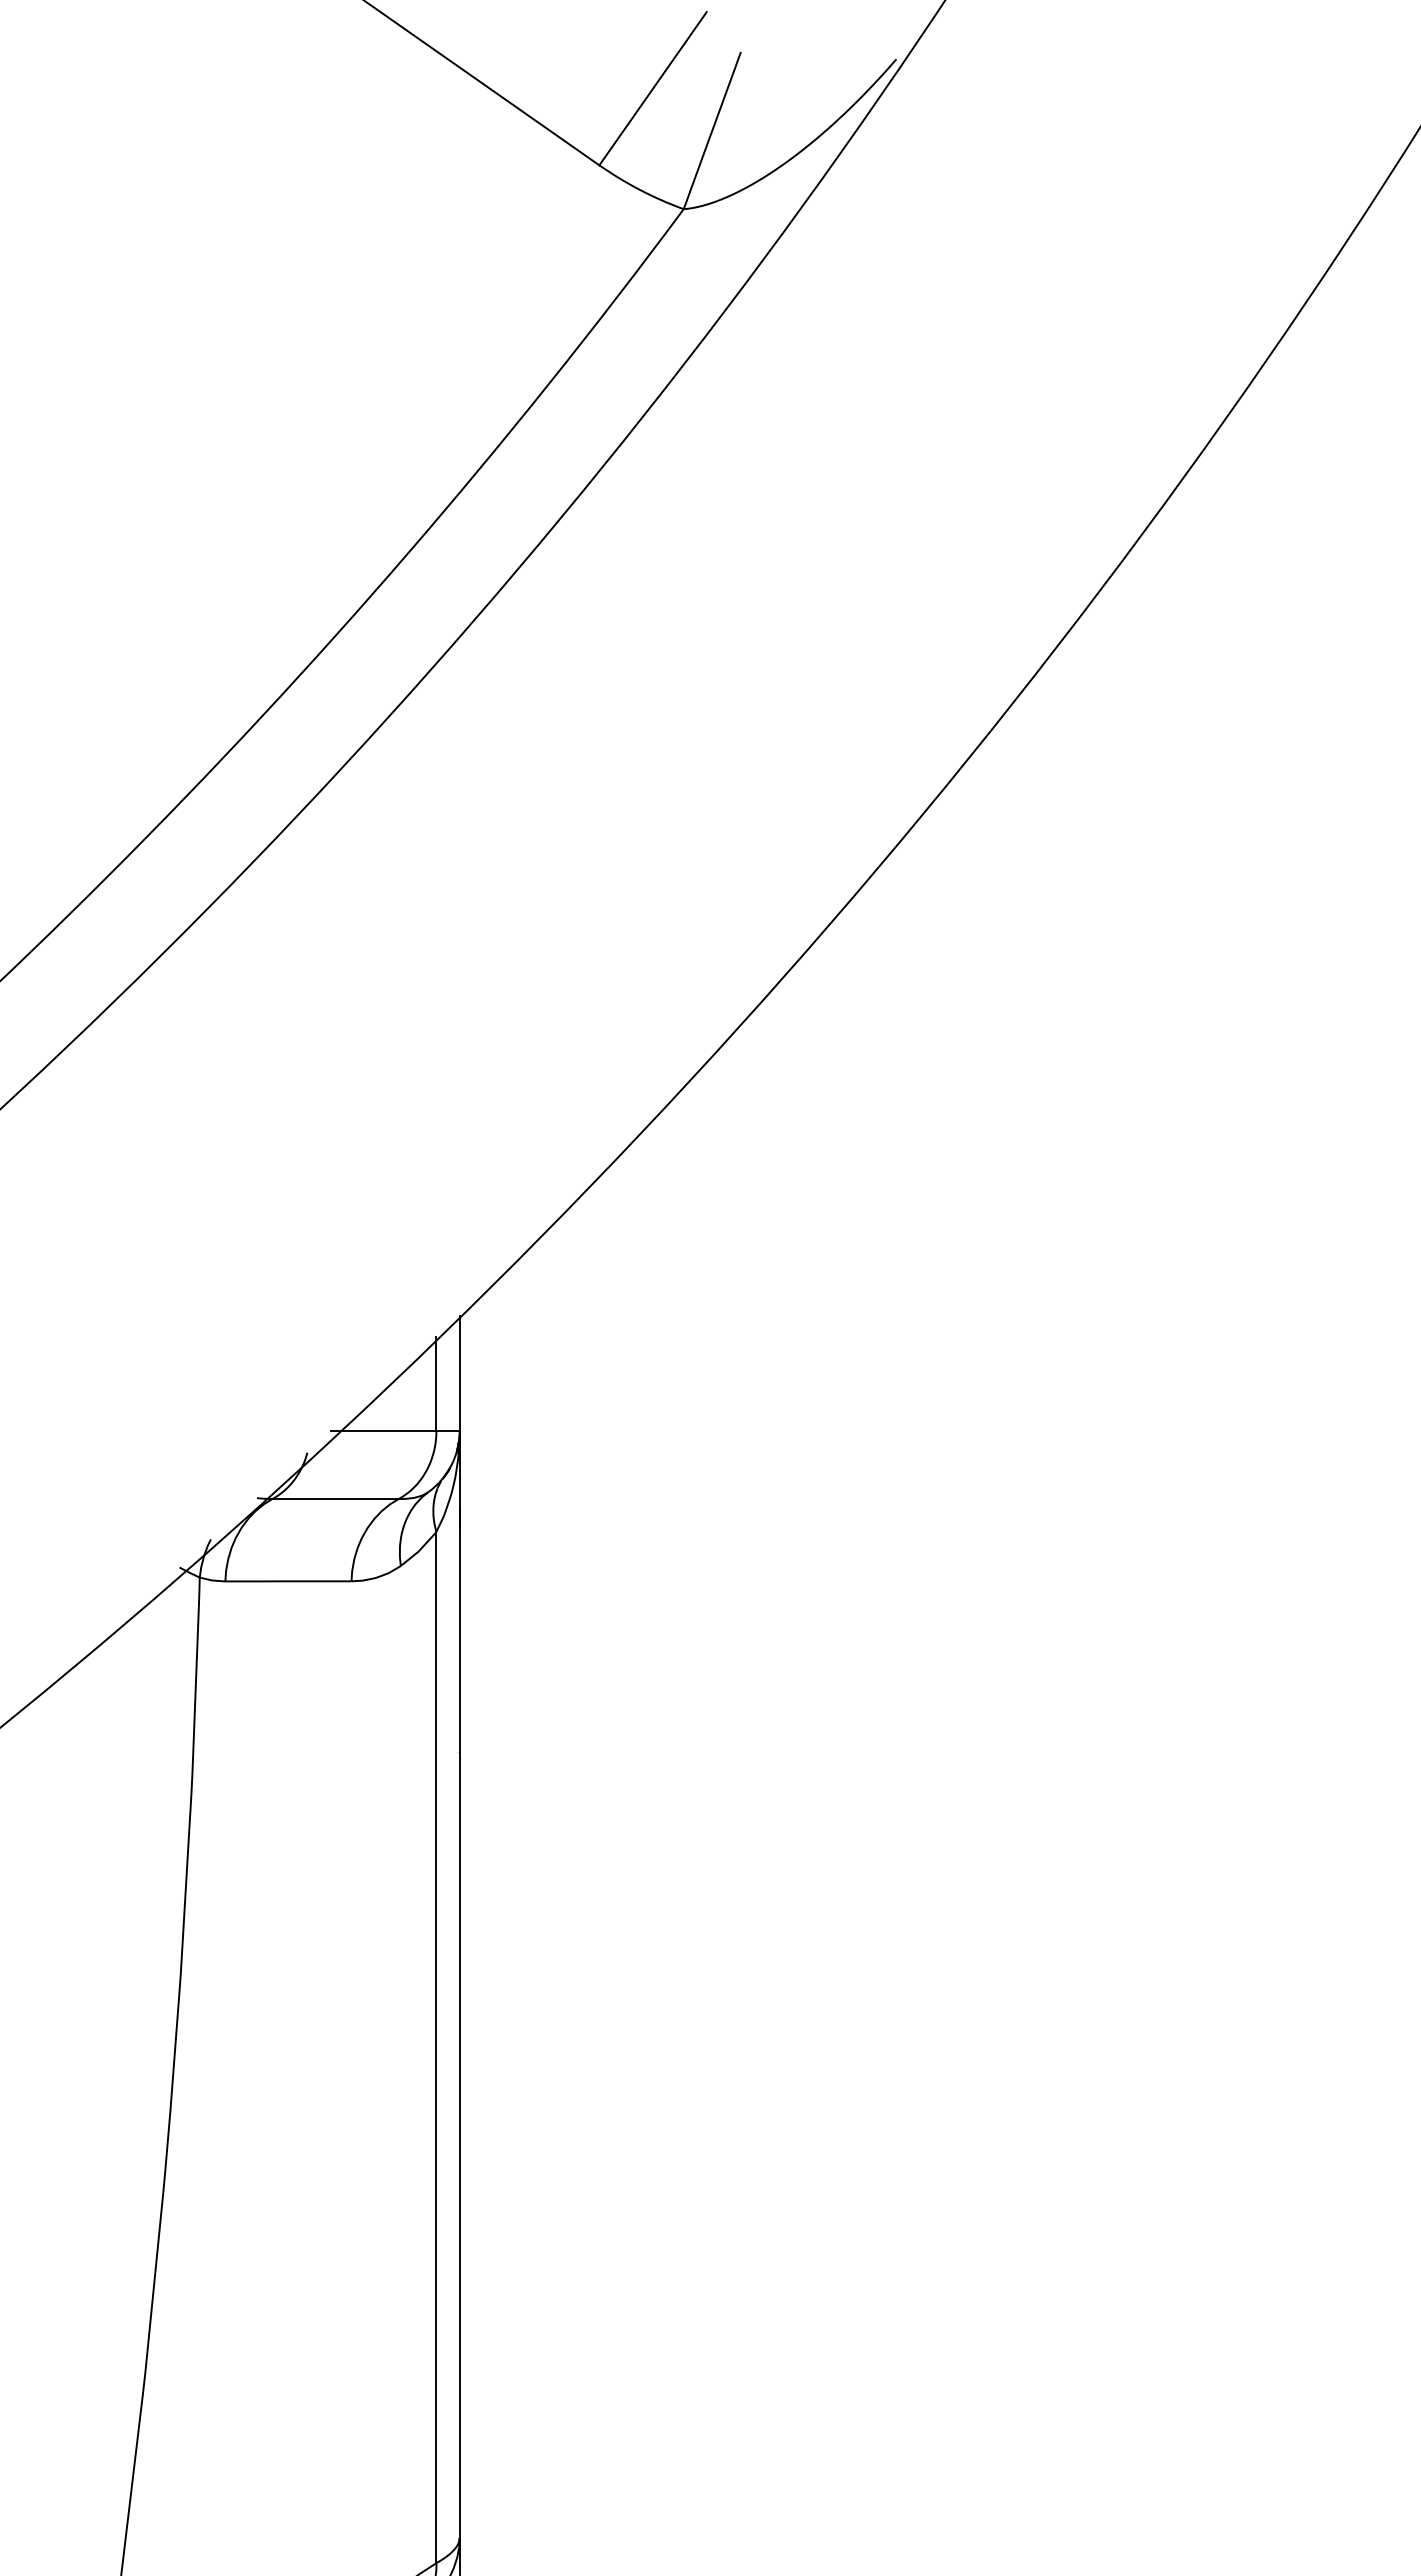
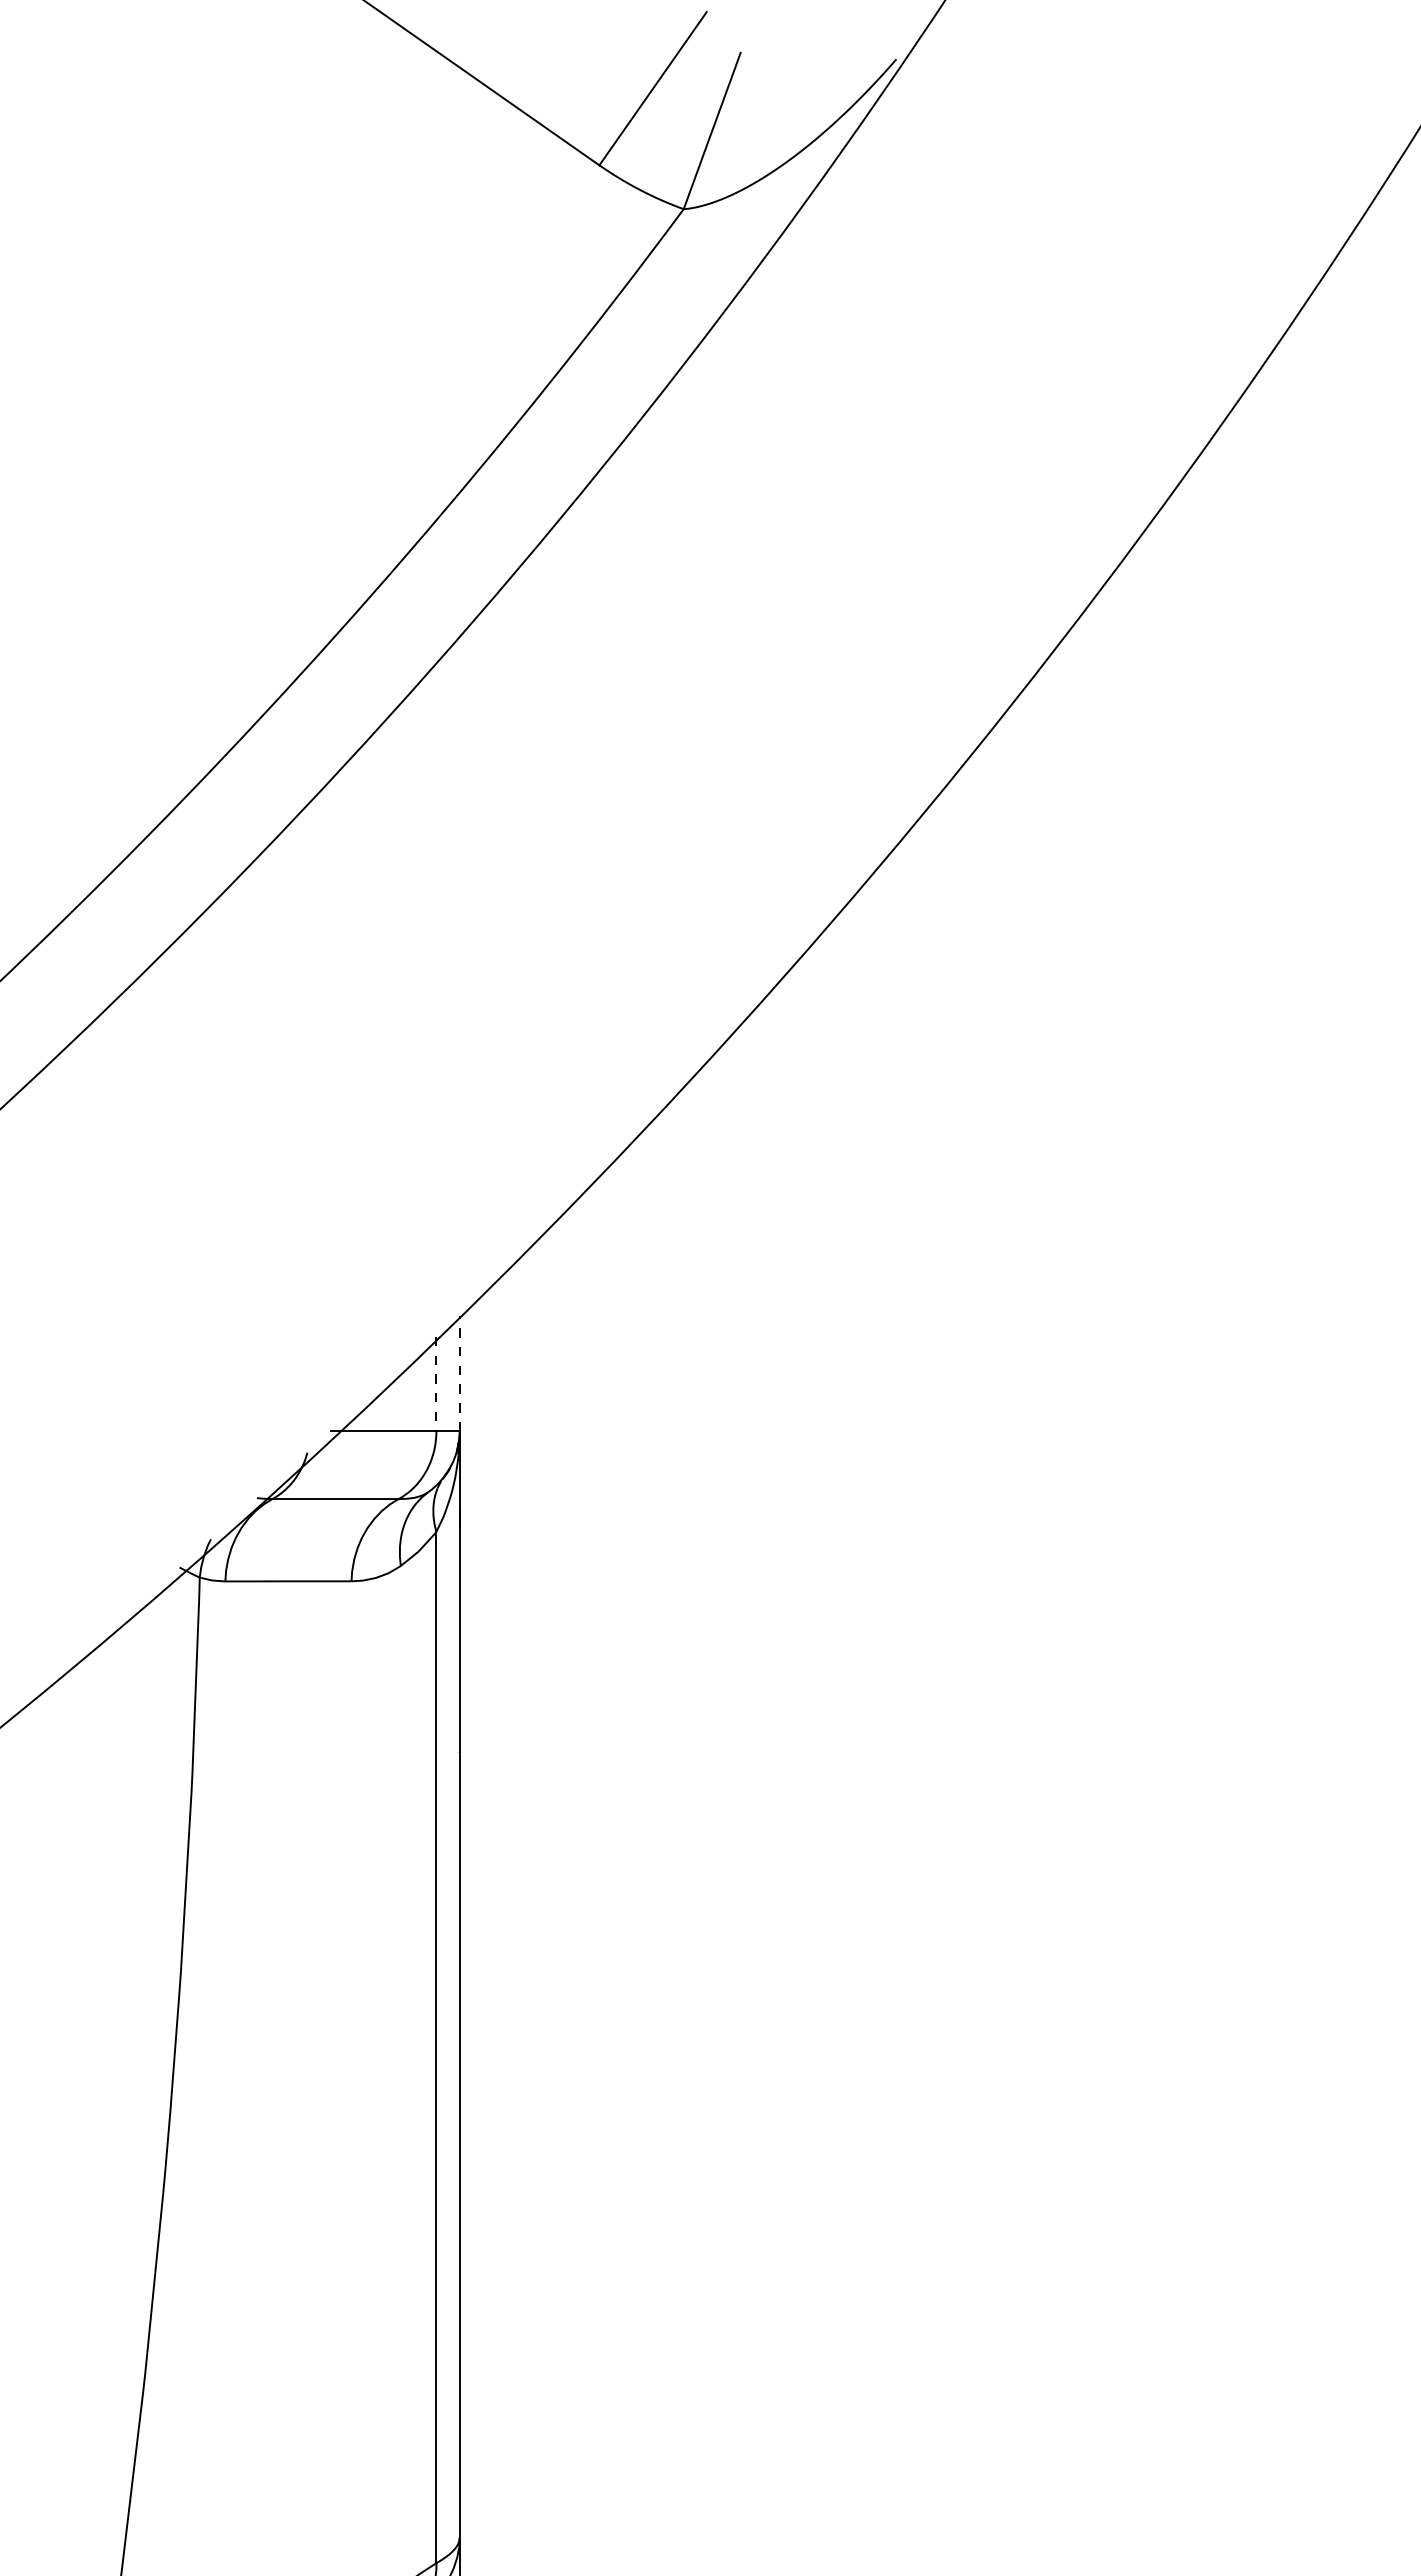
line at (459, 1373): solid -> dashed
line at (436, 1384): solid -> dashed
